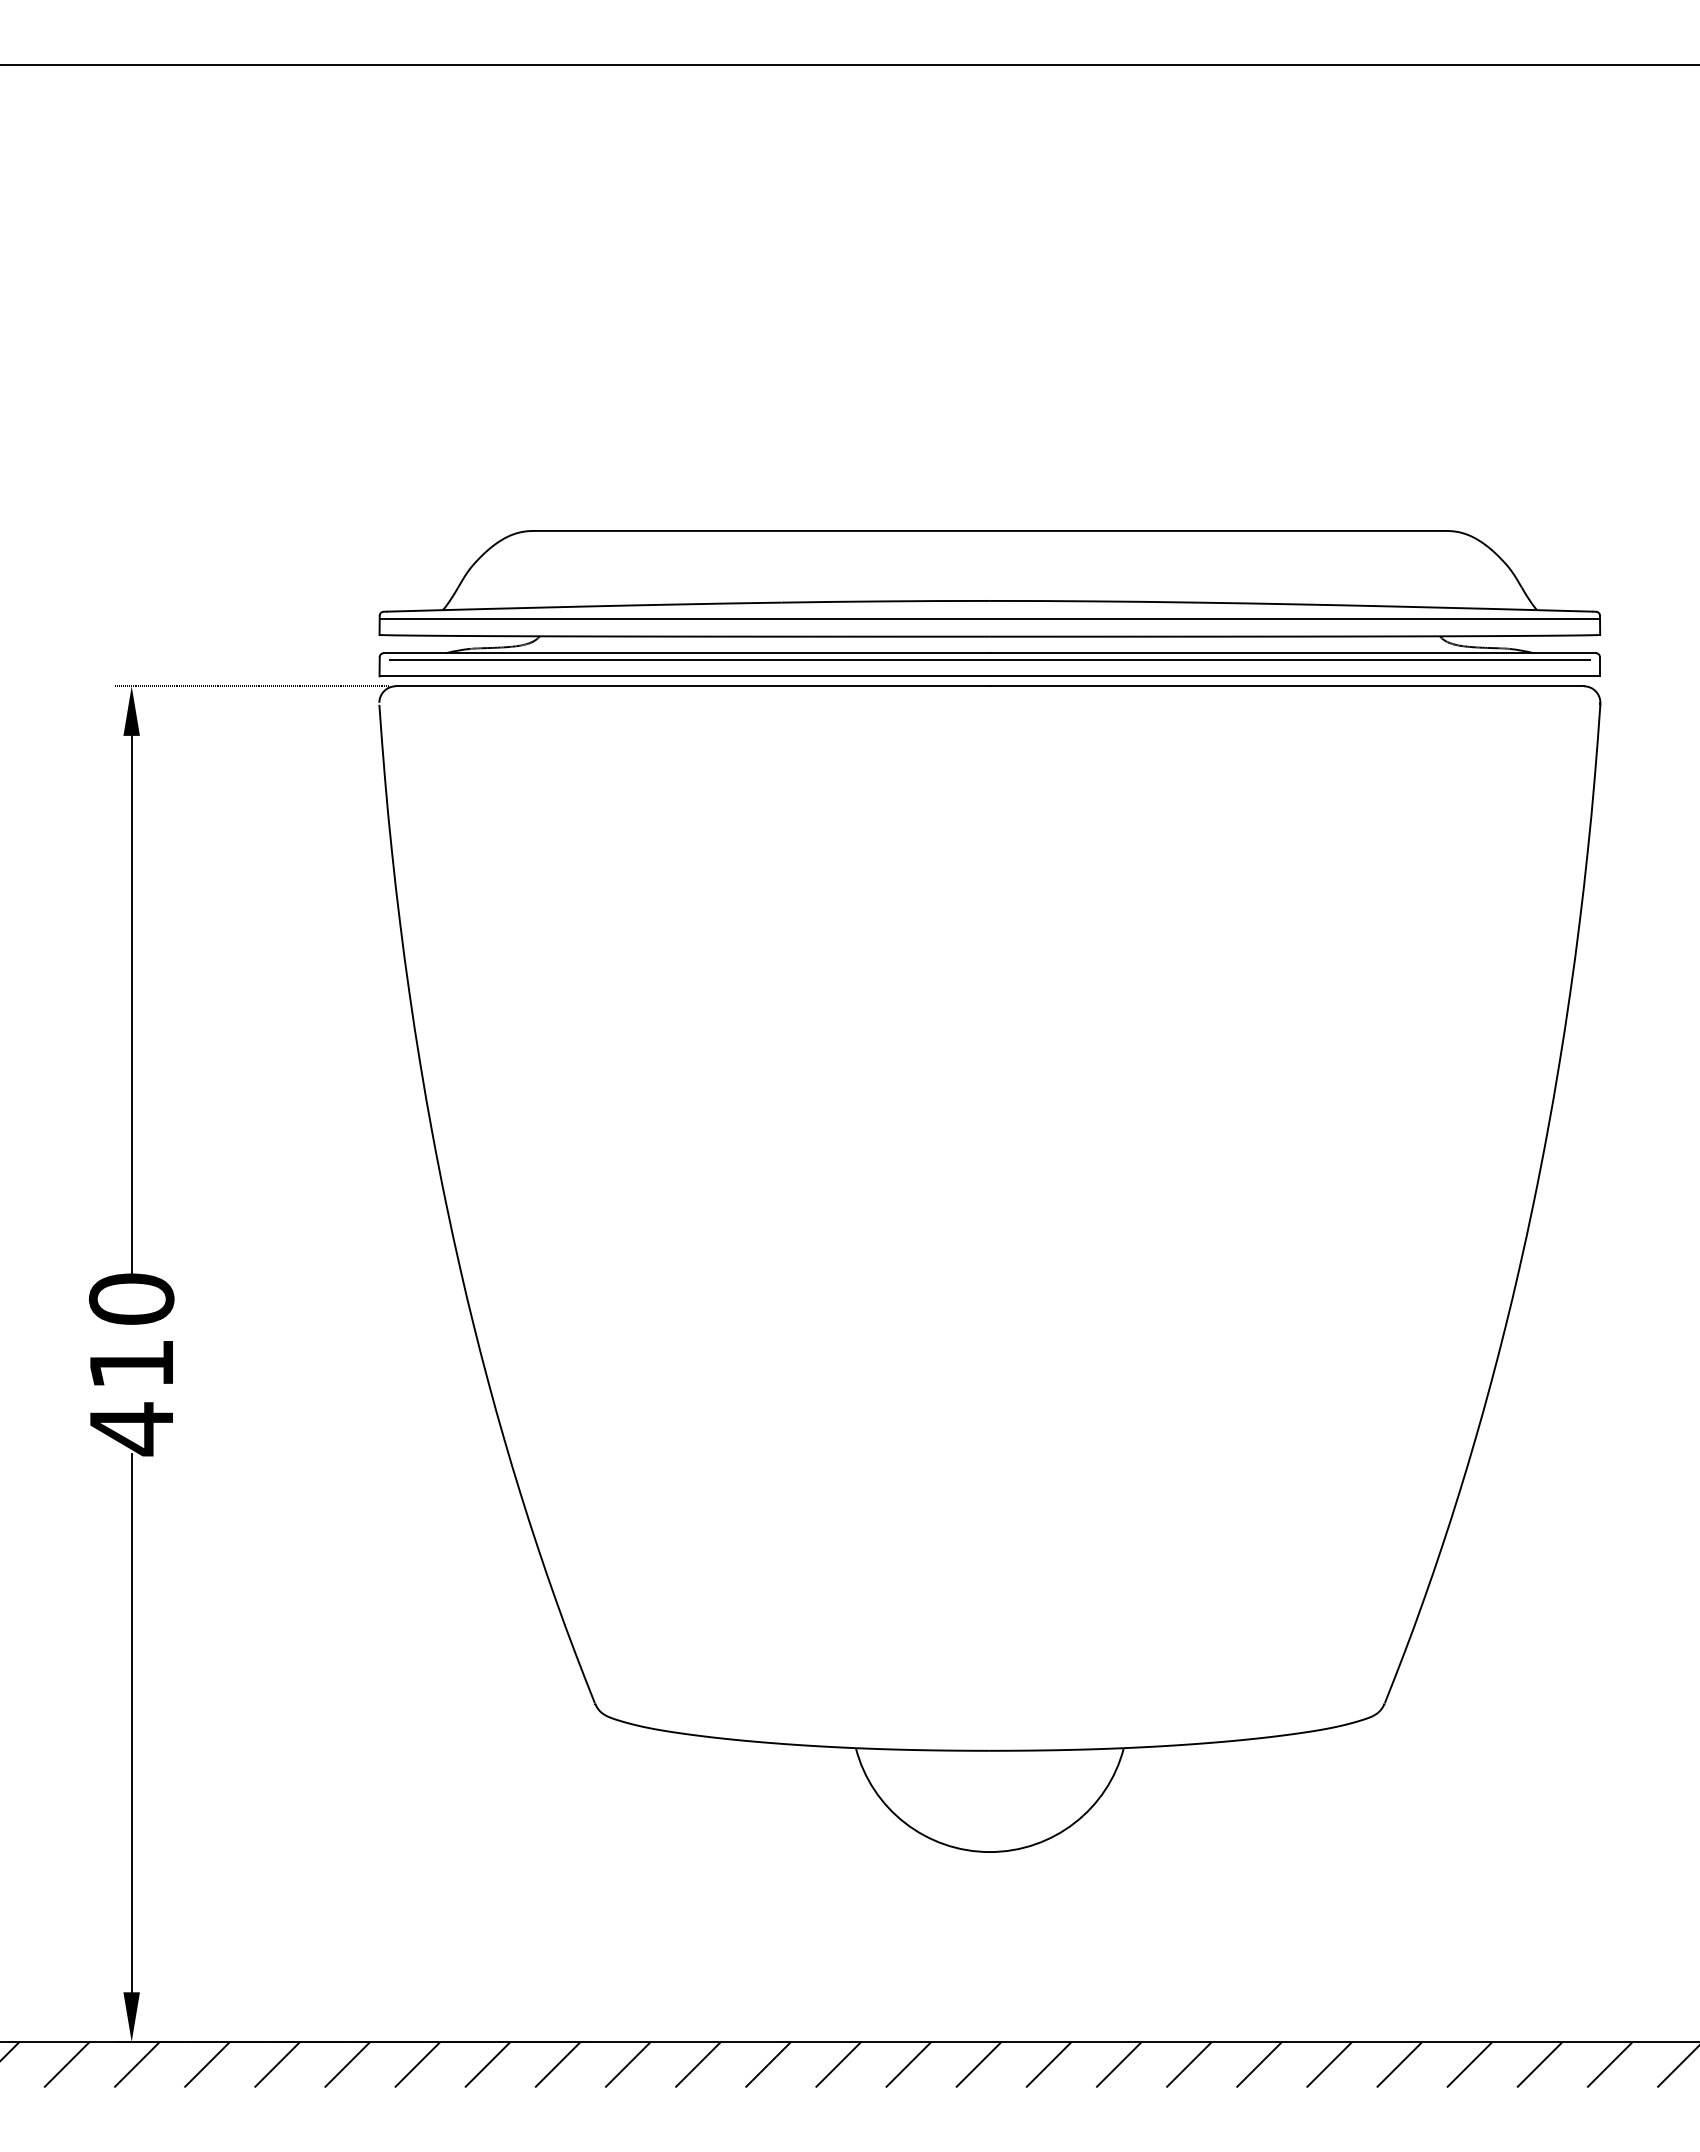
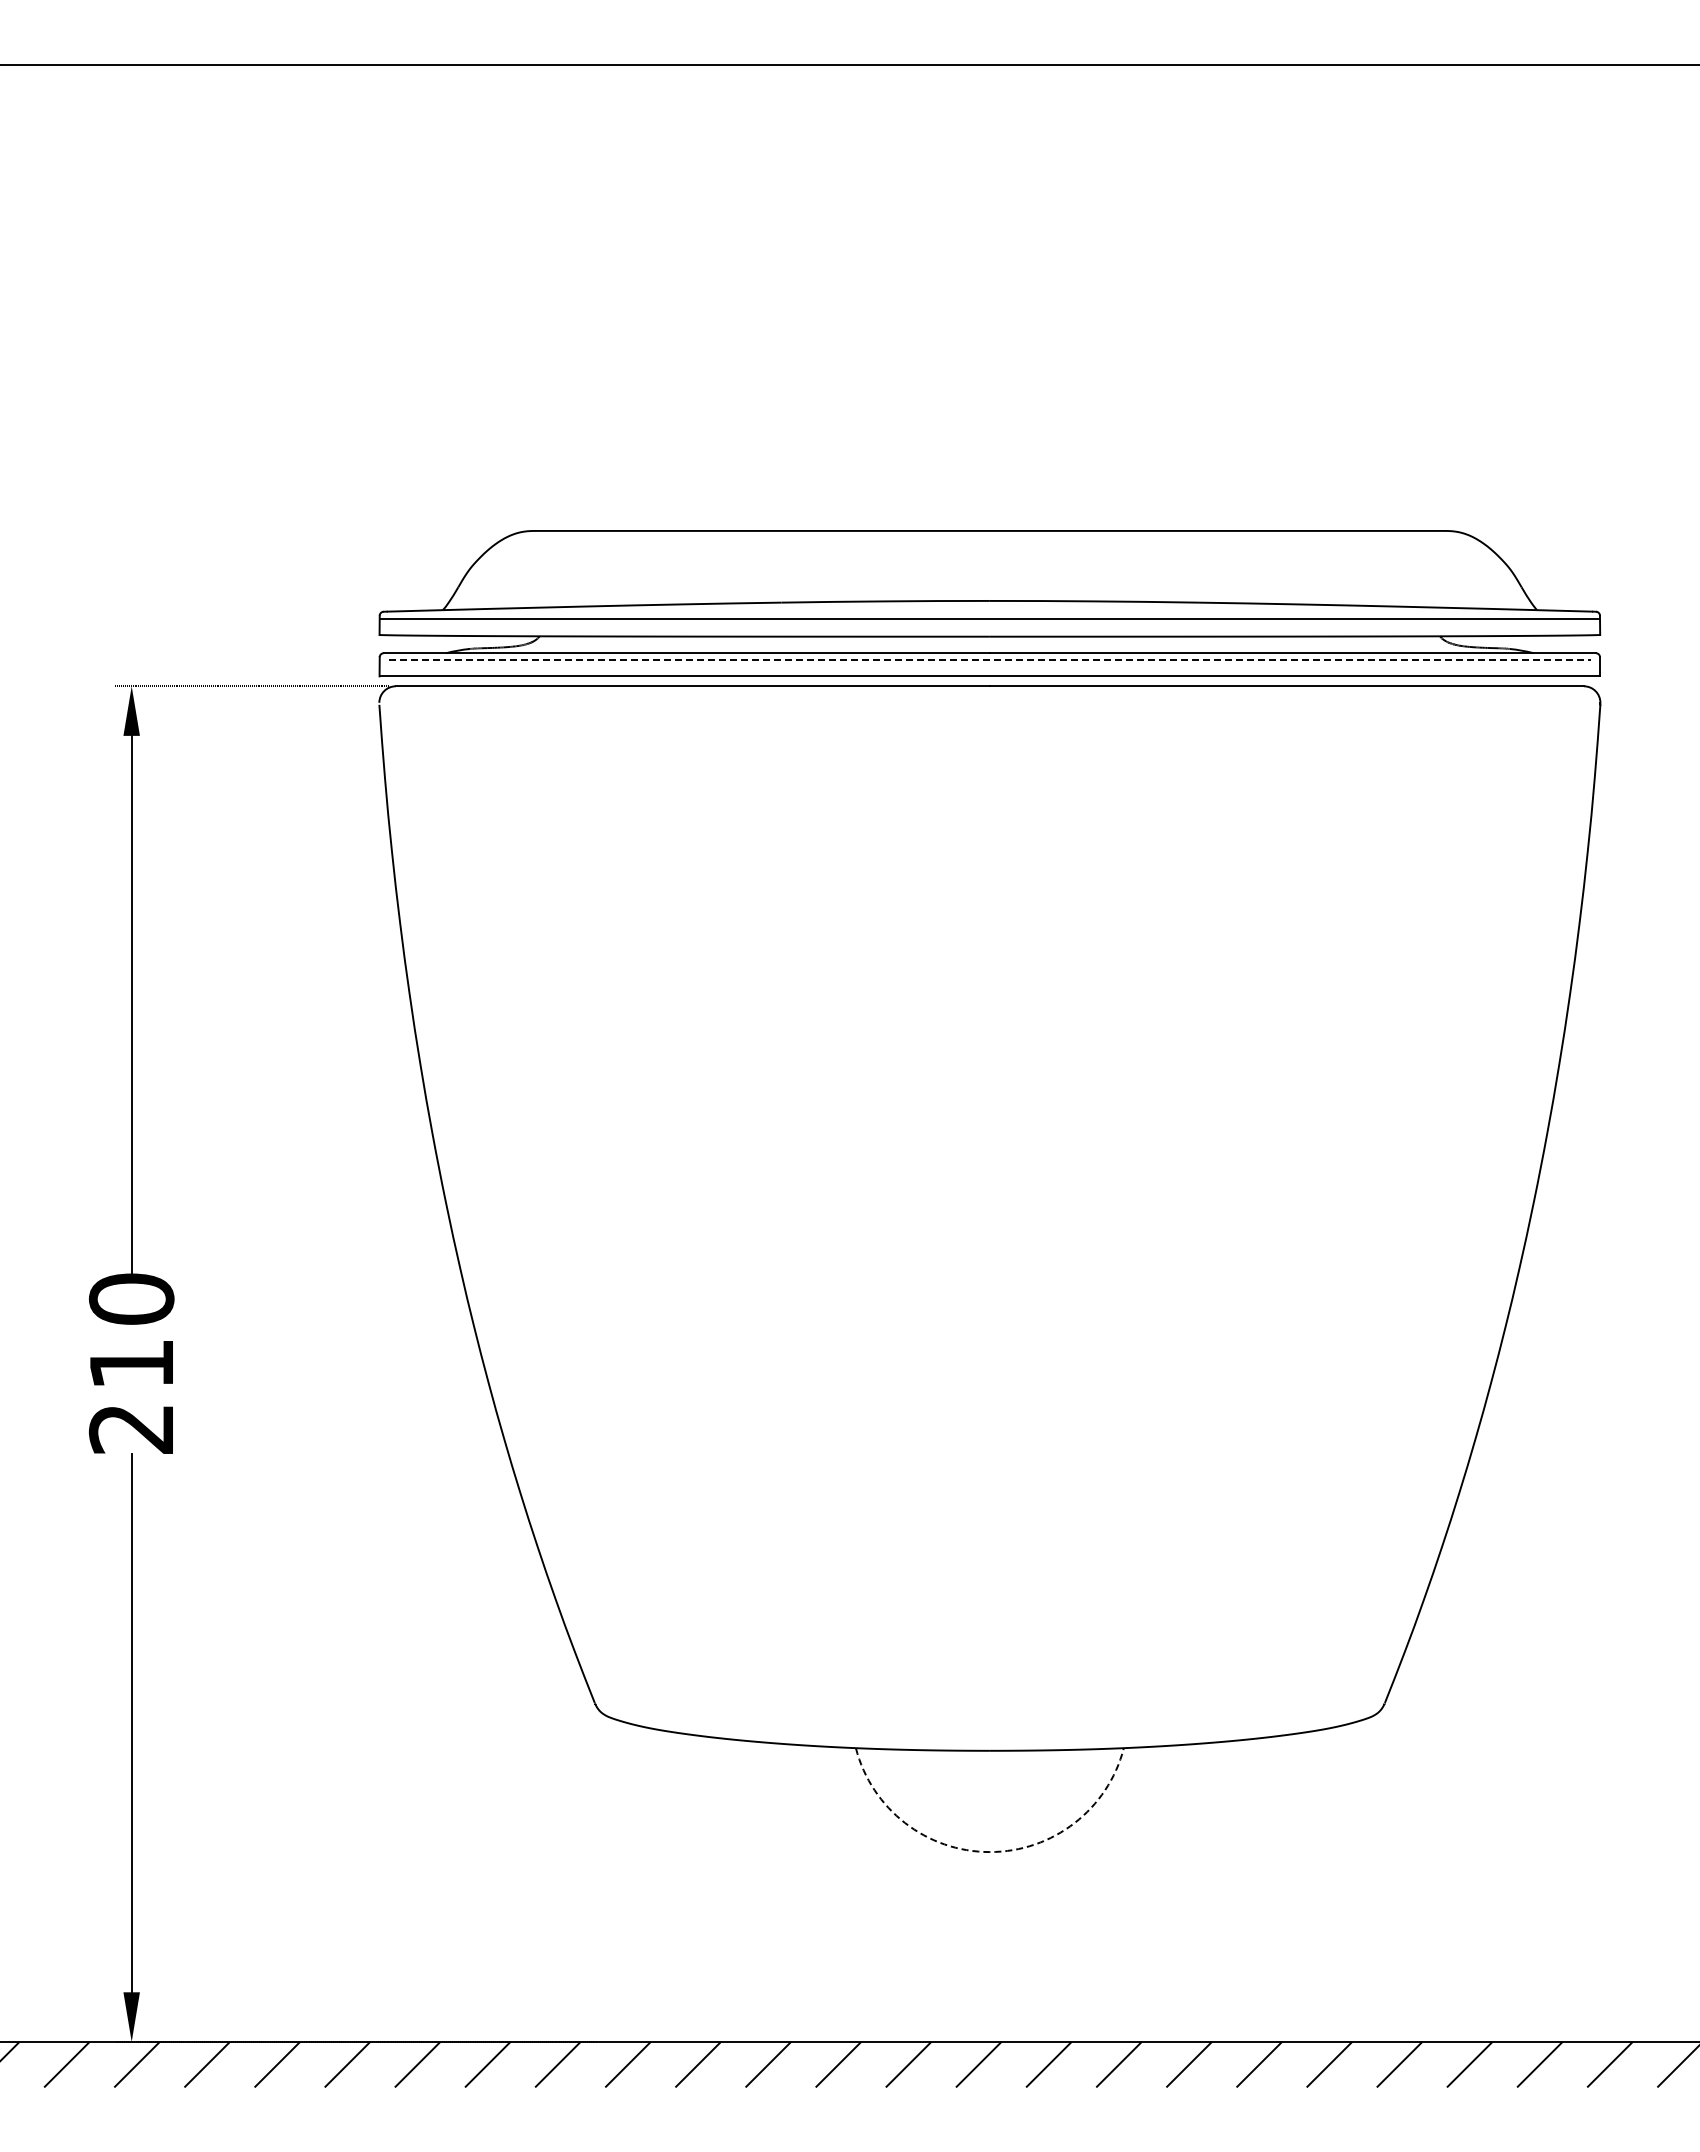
line at (990, 660): solid -> dashed
text at (130, 1429): 410 -> 210
arc at (989, 1852): solid -> dashed
